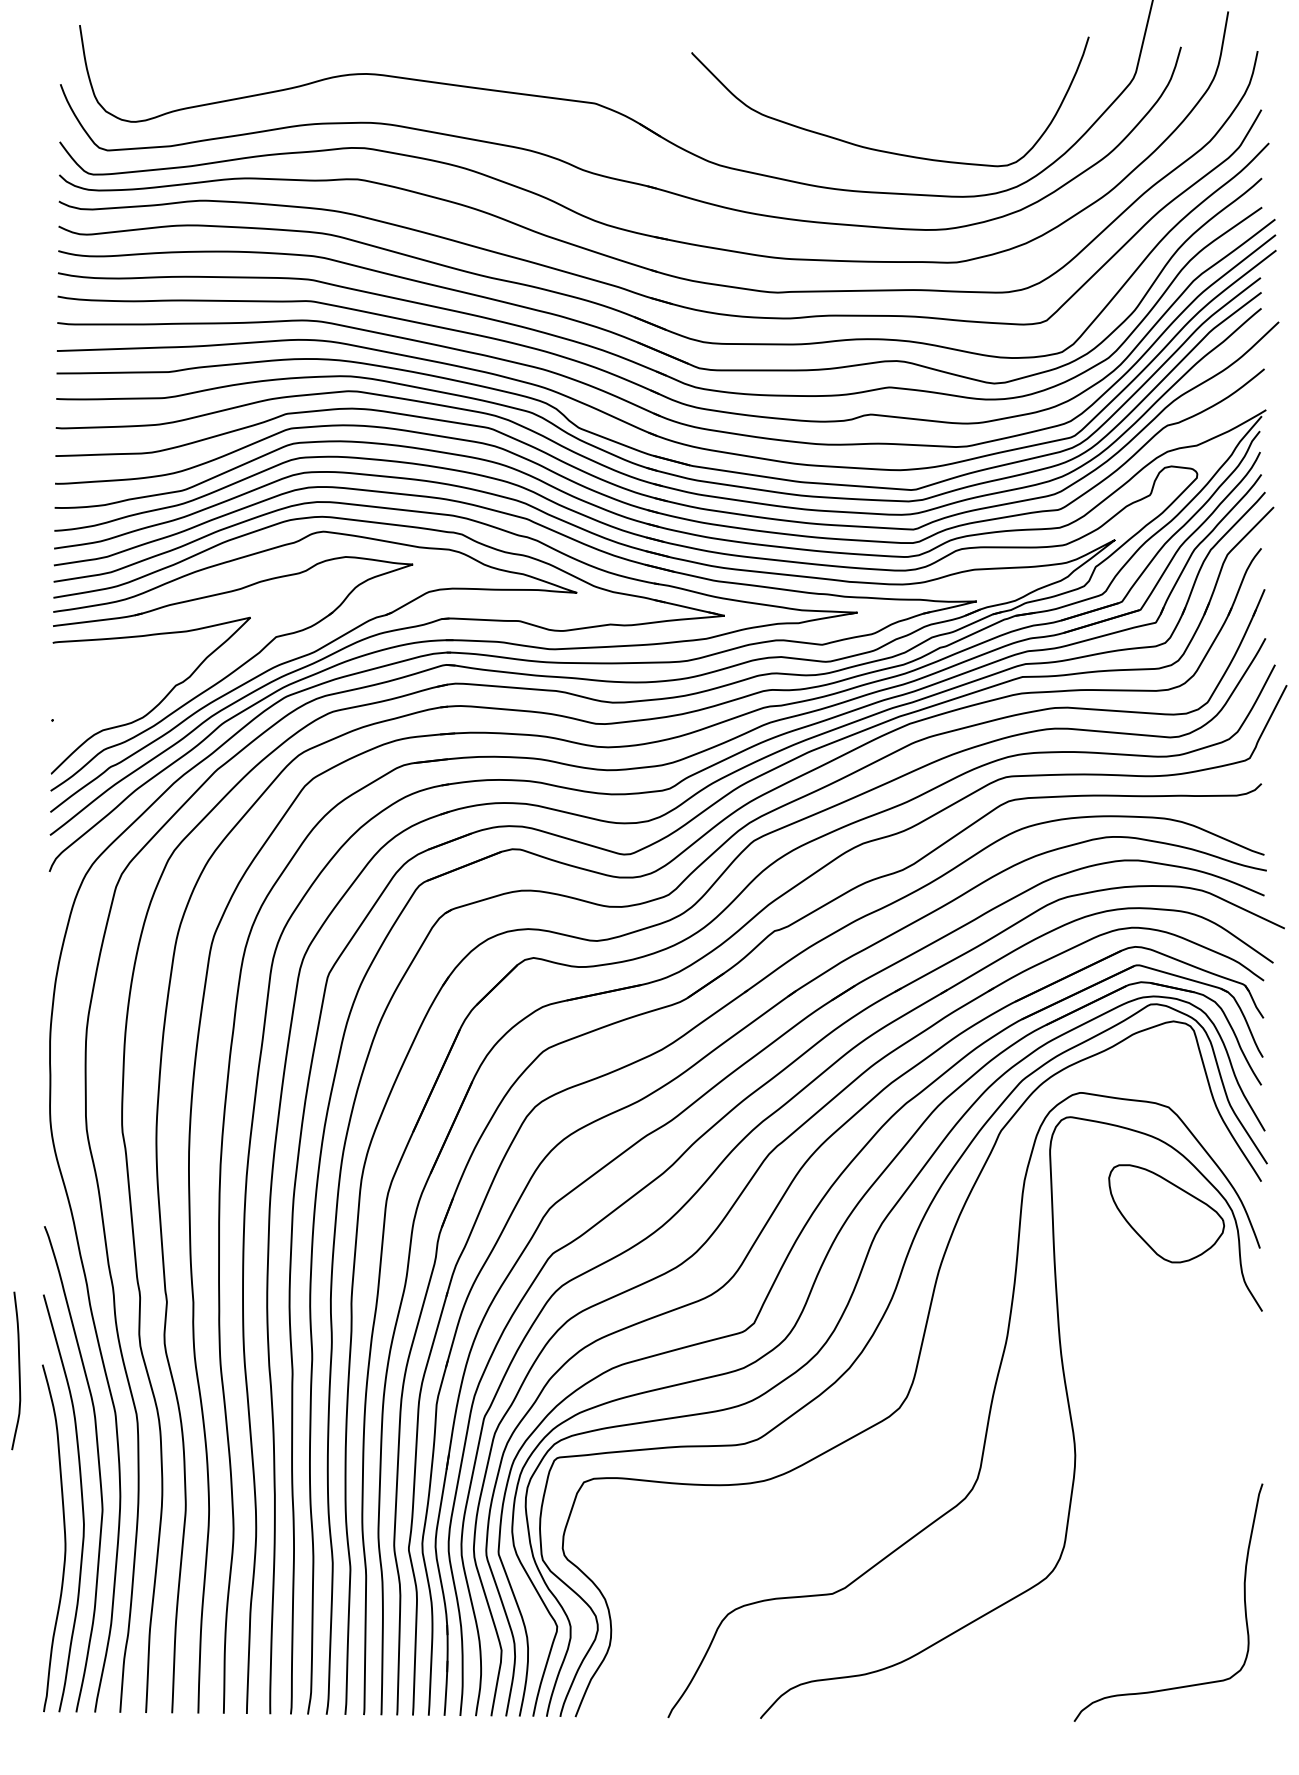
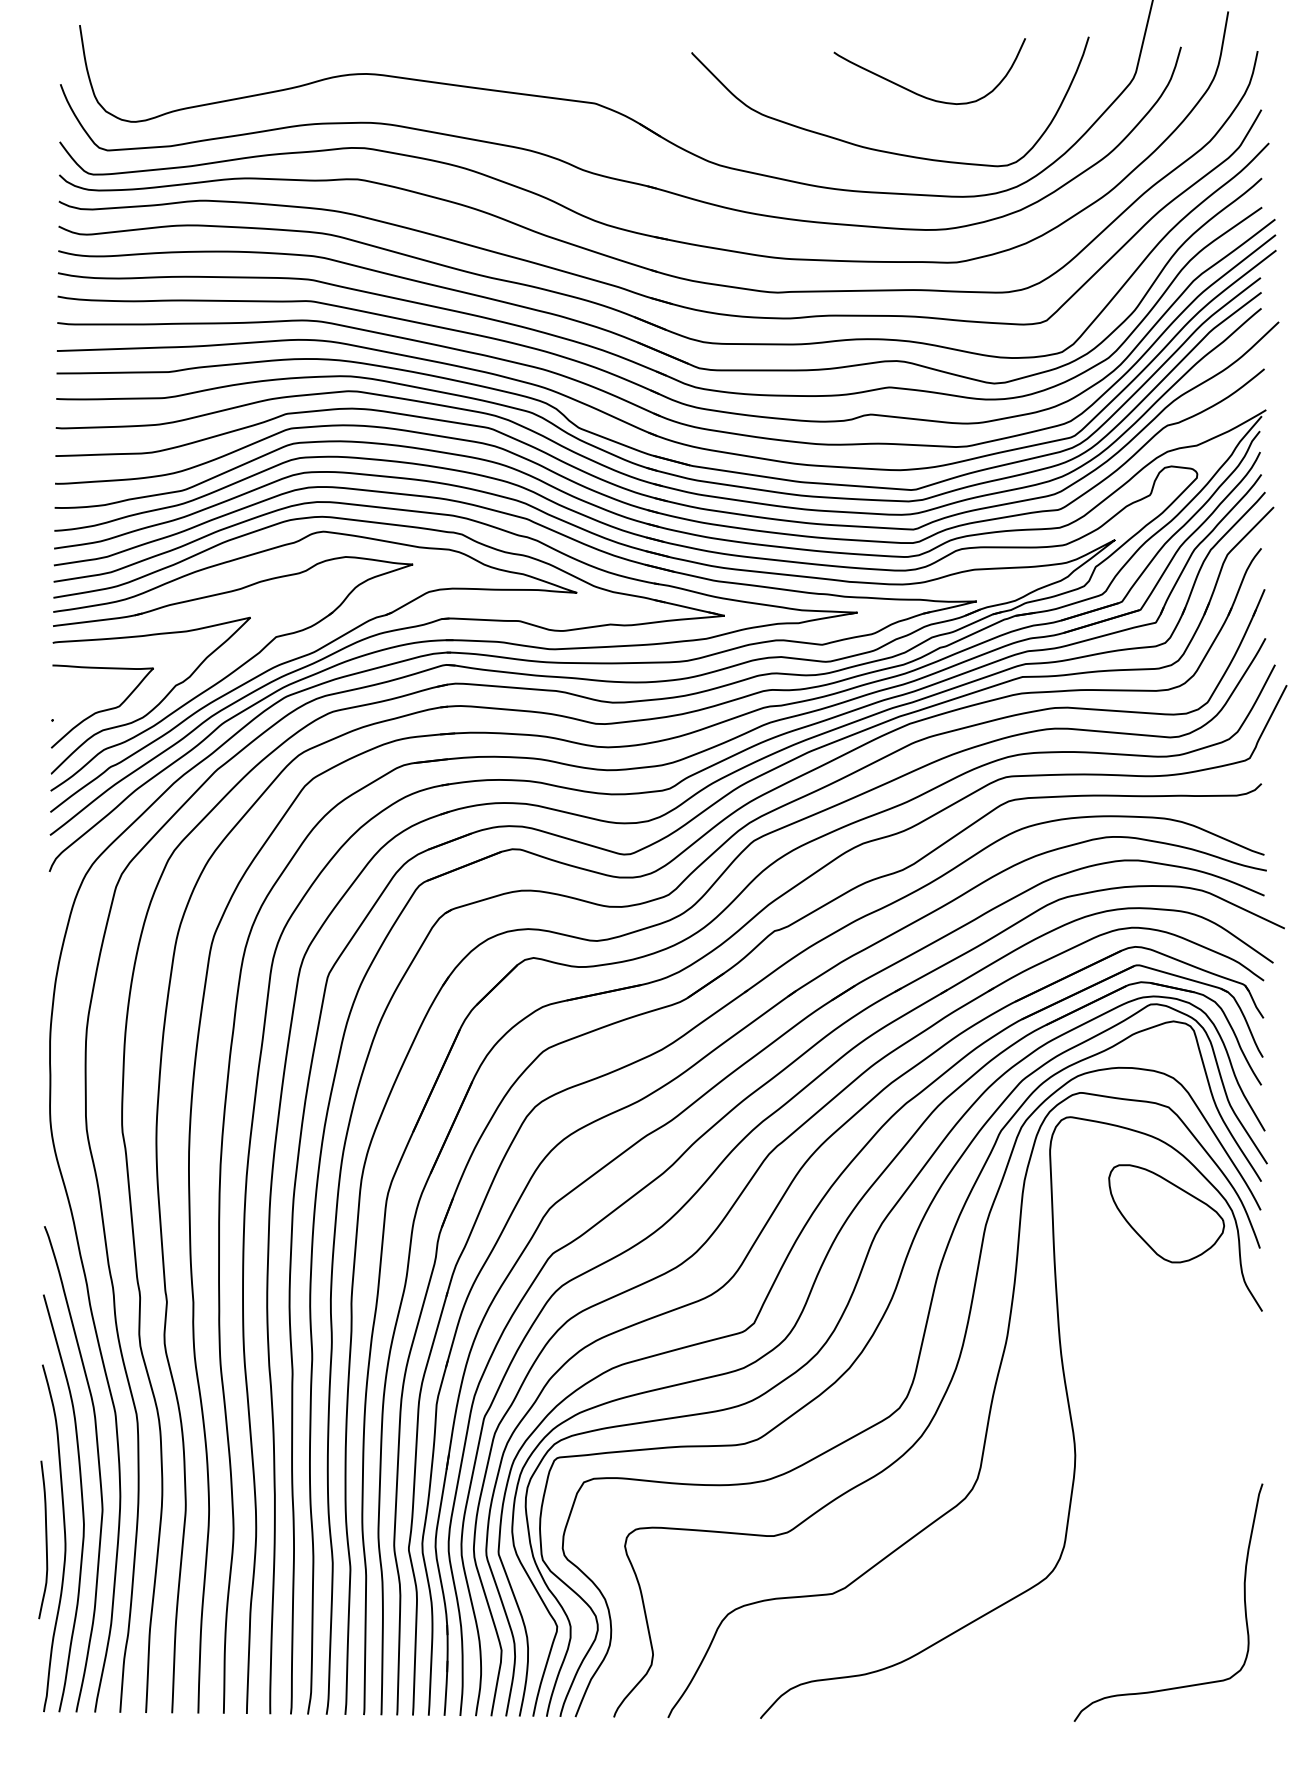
curve at (918, 93): none -> present
curve at (103, 709): none -> present
curve at (18, 1370) position: (18, 1370) -> (45, 1539)
curve at (943, 1394): none -> present
